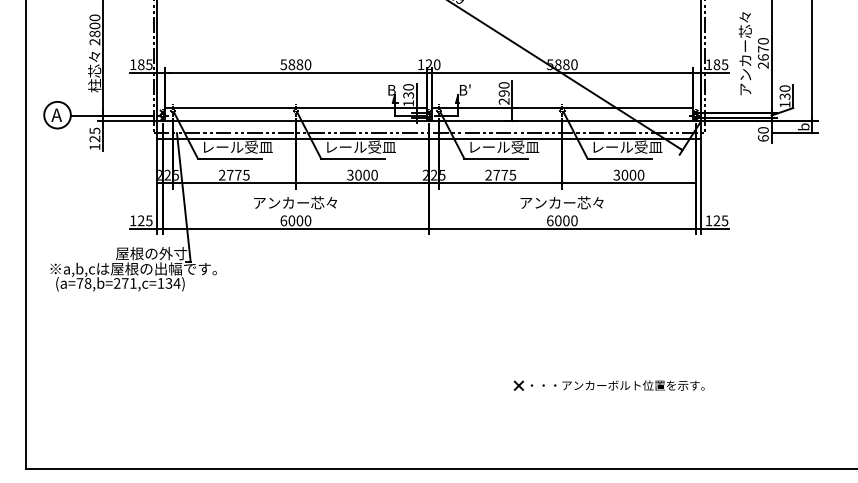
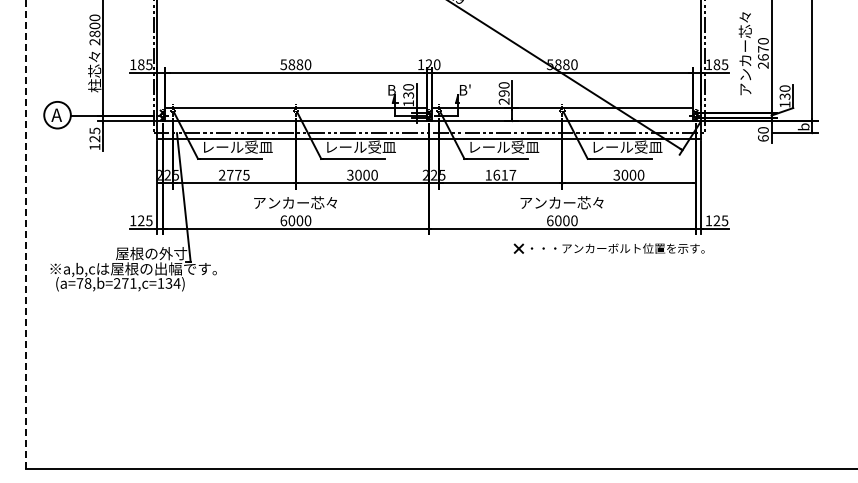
text at (500, 174): 2775 -> 1617
line at (25, 233): solid -> dashed
part at (608, 385) position: (608, 385) -> (608, 248)
